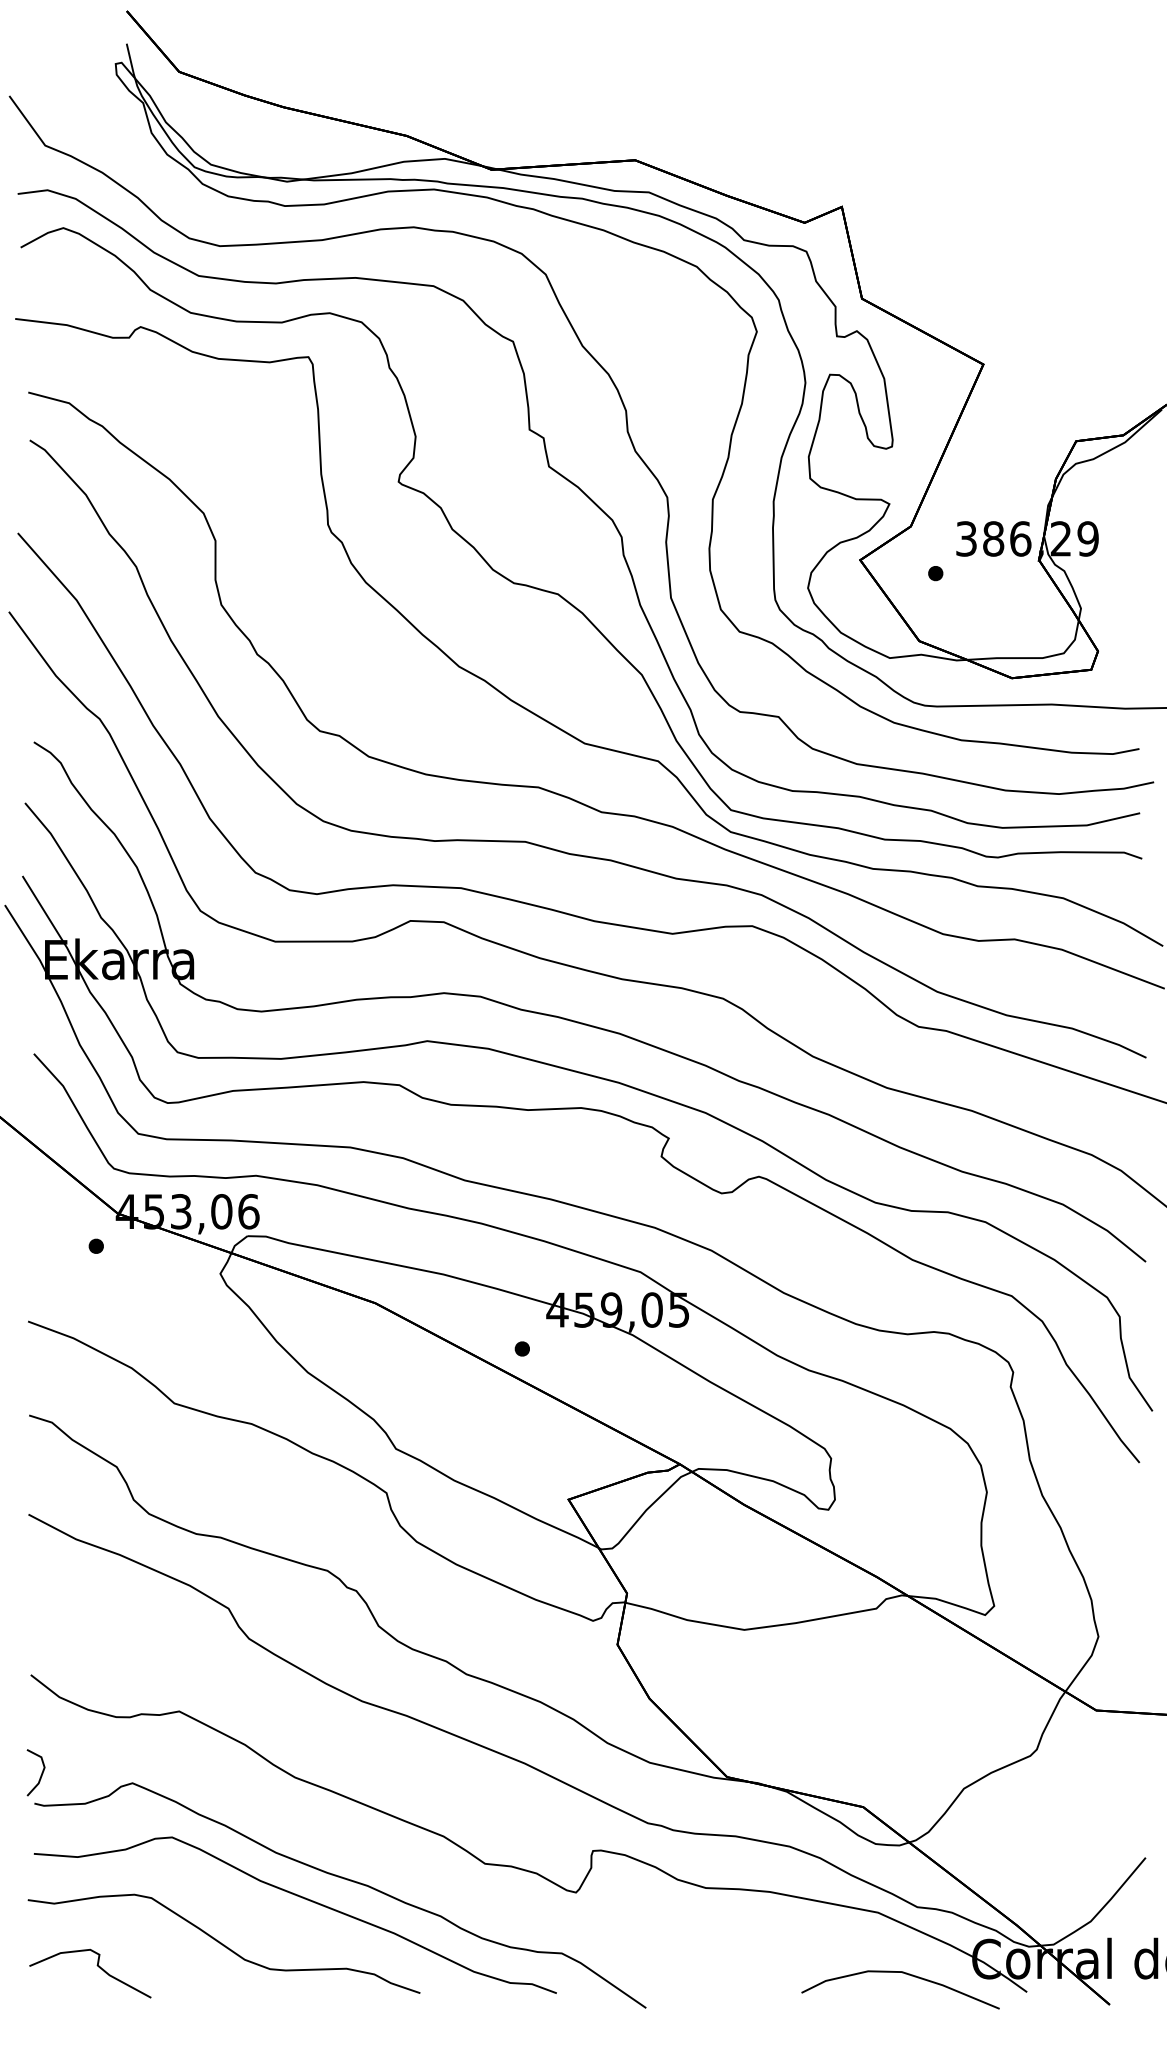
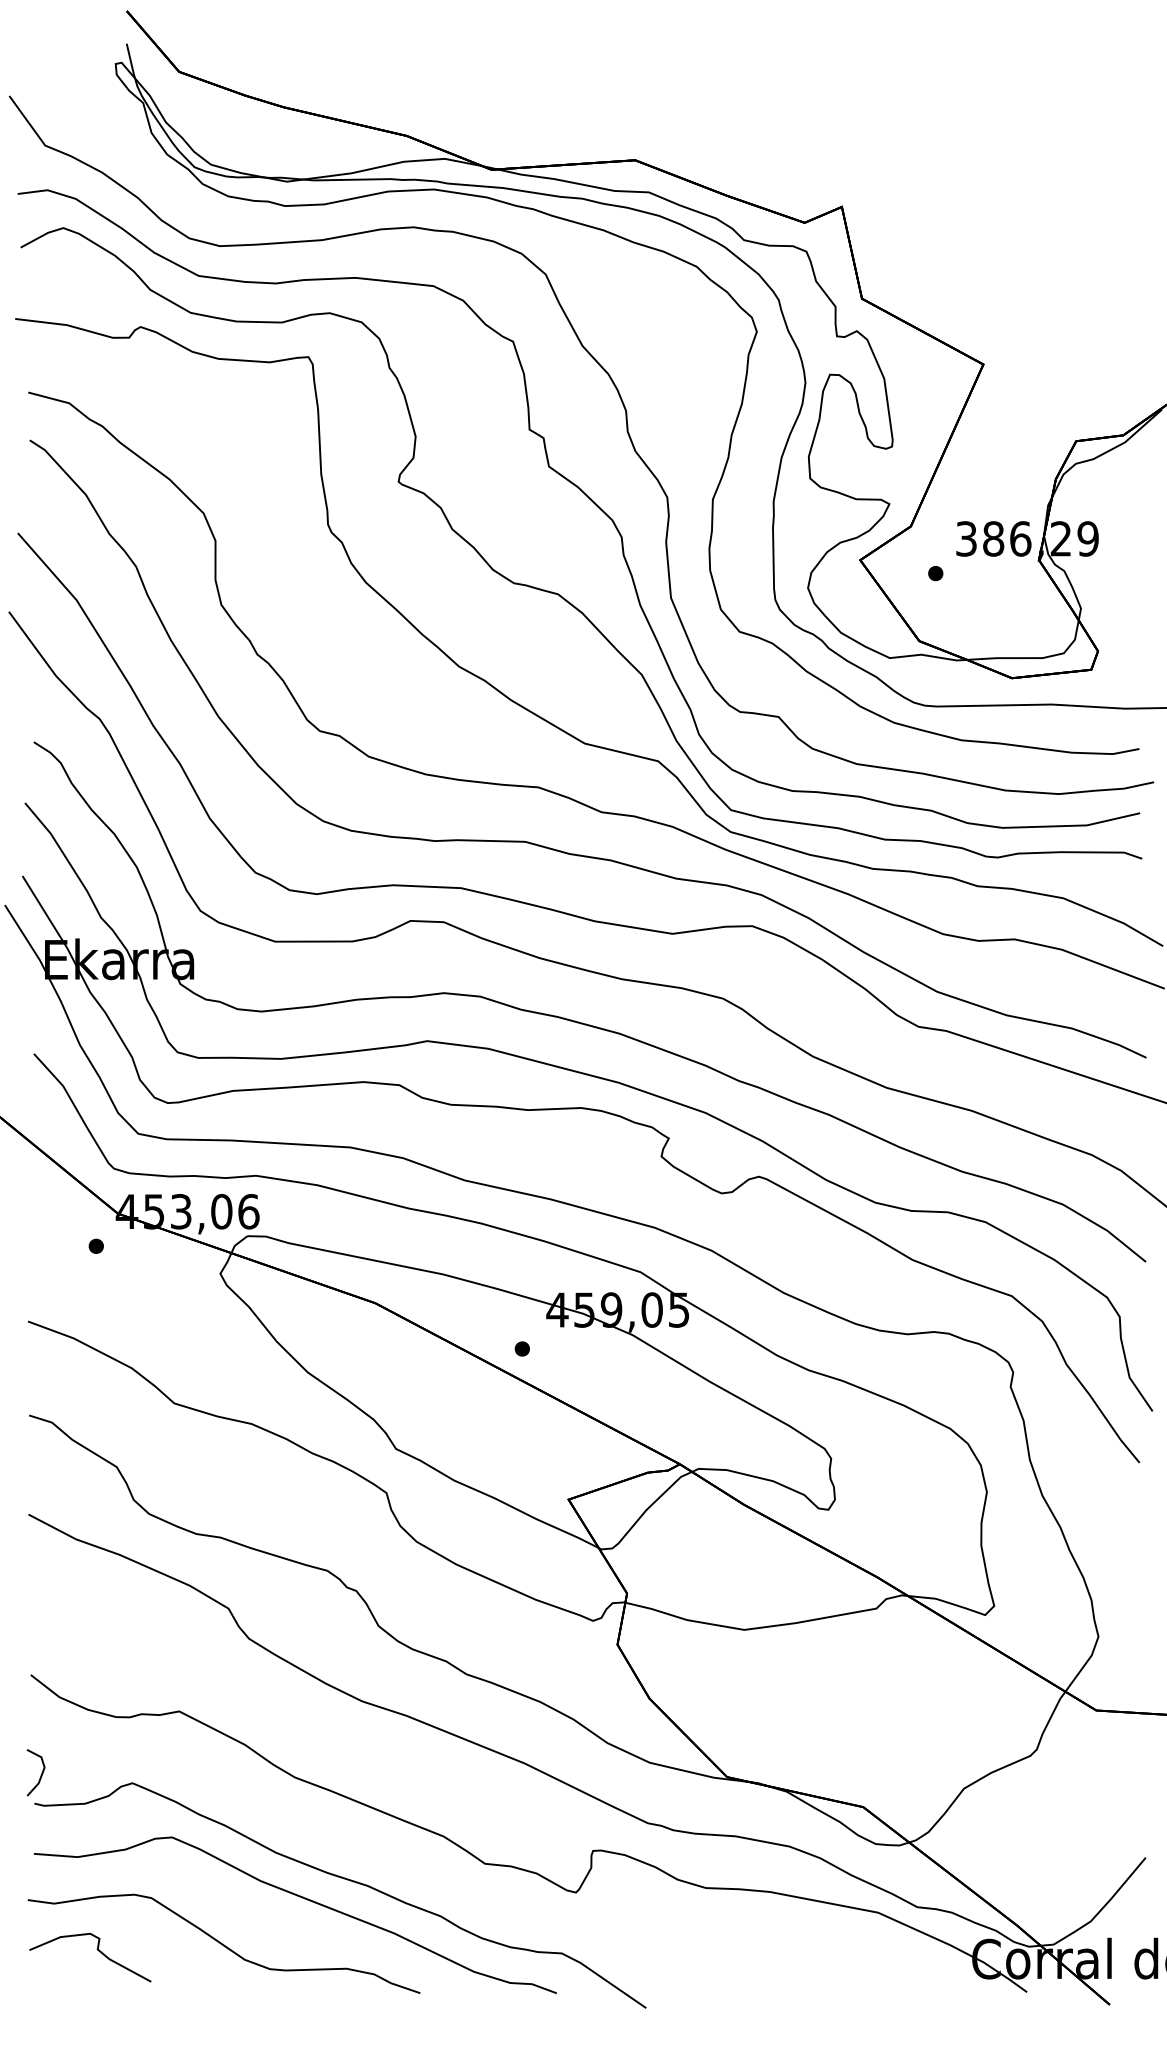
curve at (97, 1966) position: (97, 1966) -> (97, 1950)
curve at (905, 1974): present -> none
